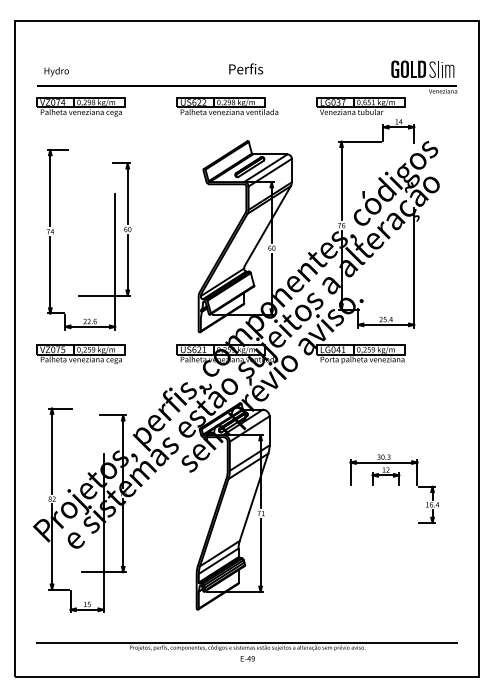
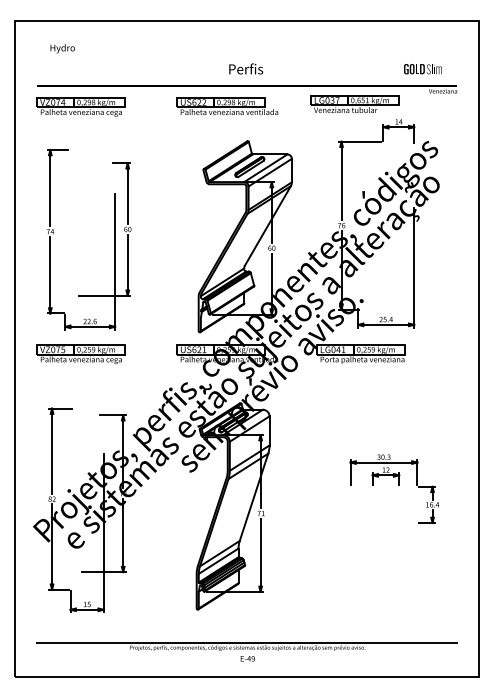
part at (422, 68) size: 64x18 px -> 38x11 px
text at (56, 71) position: (56, 71) -> (62, 48)
part at (360, 105) position: (360, 105) -> (354, 103)
